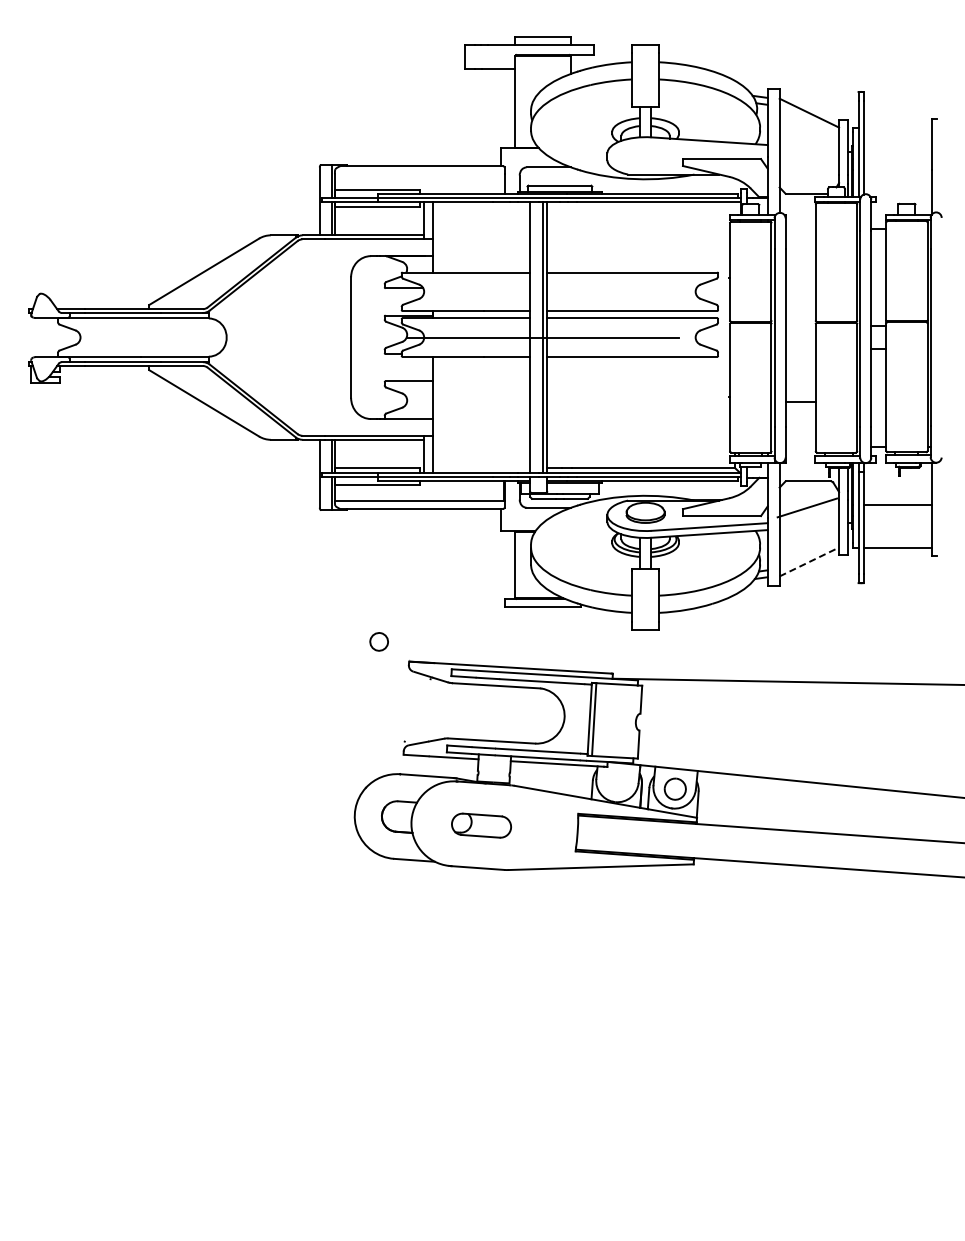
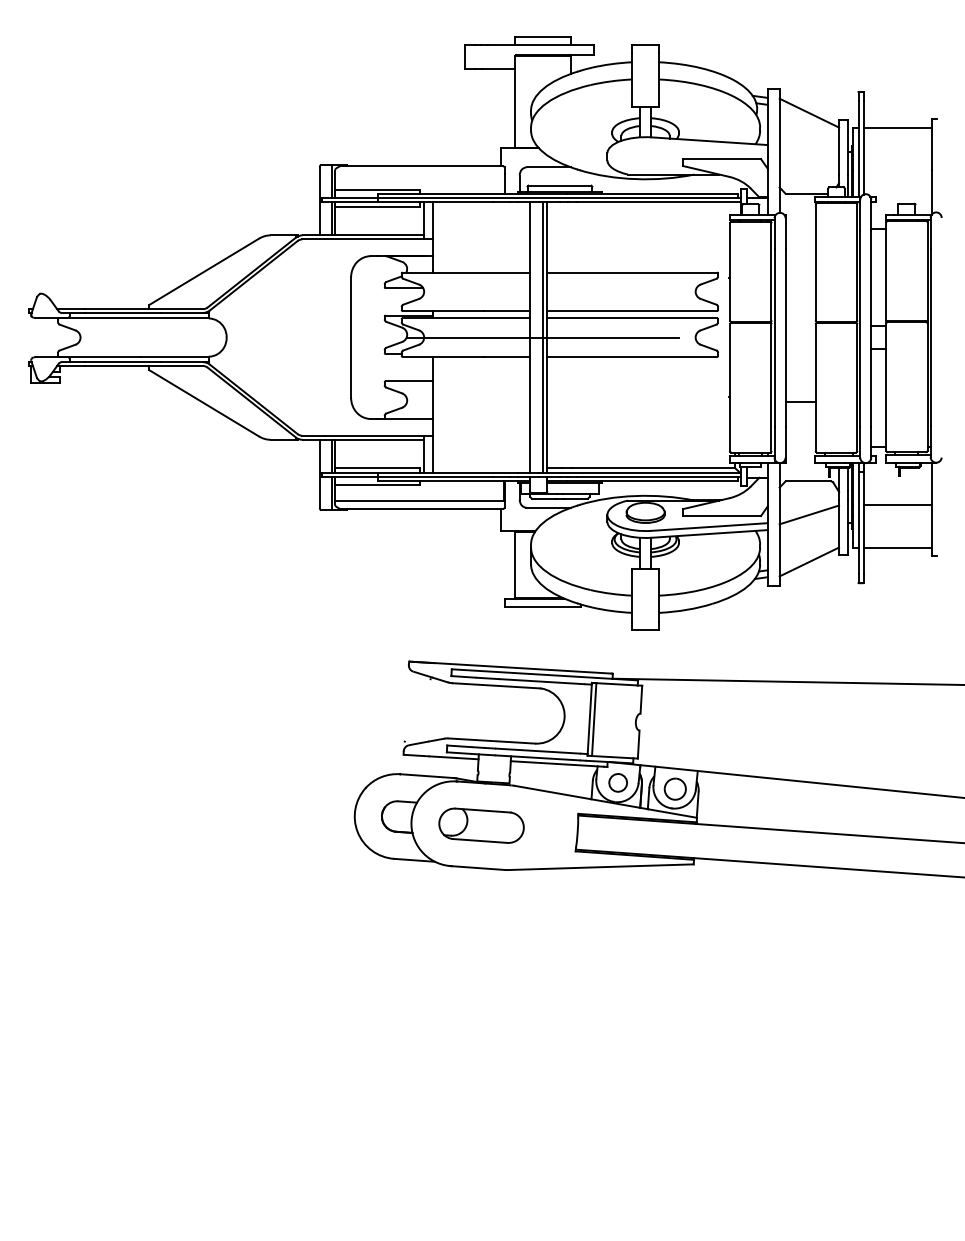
line at (897, 127): none -> present
line at (807, 507) position: (807, 507) -> (809, 514)
line at (809, 561): dashed -> solid
part at (378, 641) position: (378, 641) -> (617, 782)
part at (481, 825) size: 61x27 px -> 87x37 px
